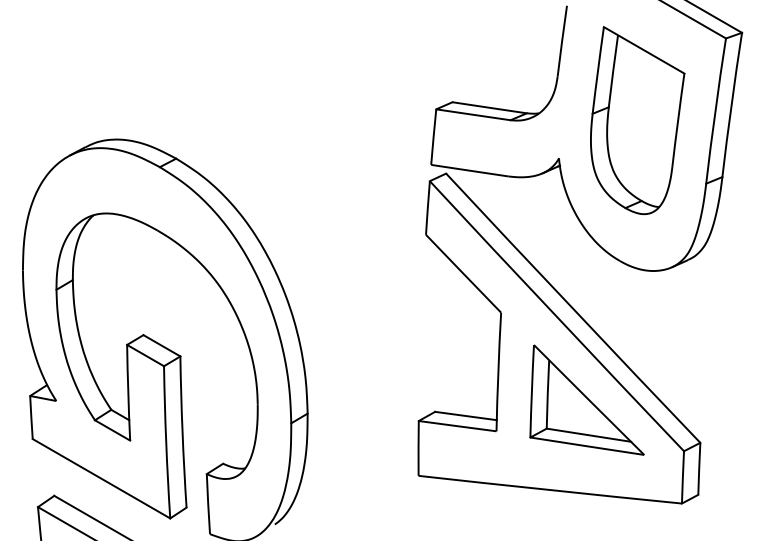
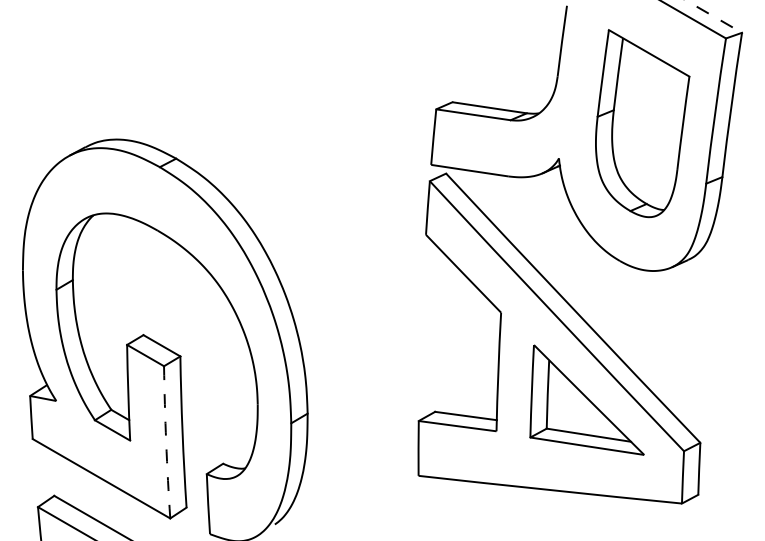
line at (714, 16): solid -> dashed
part at (637, 120) position: (637, 120) -> (642, 123)
arc at (166, 442): solid -> dashed
